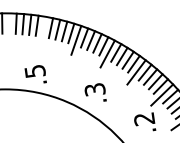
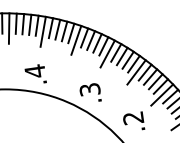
line at (8, 28): none -> present
line at (42, 31): none -> present
text at (34, 70): .5 -> .4
text at (95, 92) position: (95, 92) -> (90, 92)
text at (145, 121) position: (145, 121) -> (134, 120)
